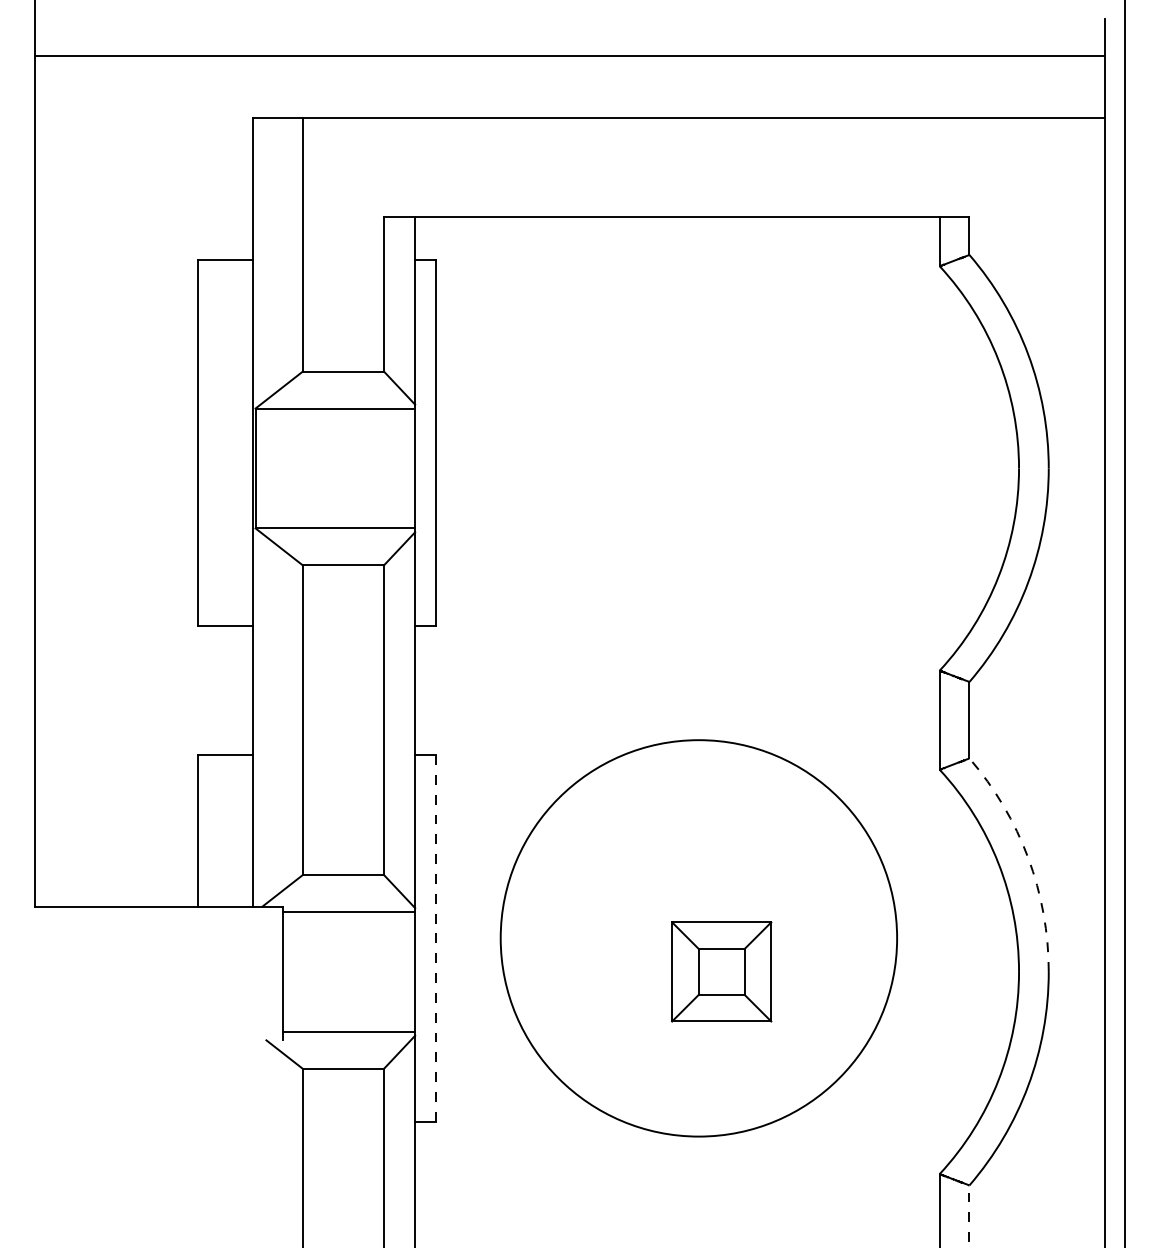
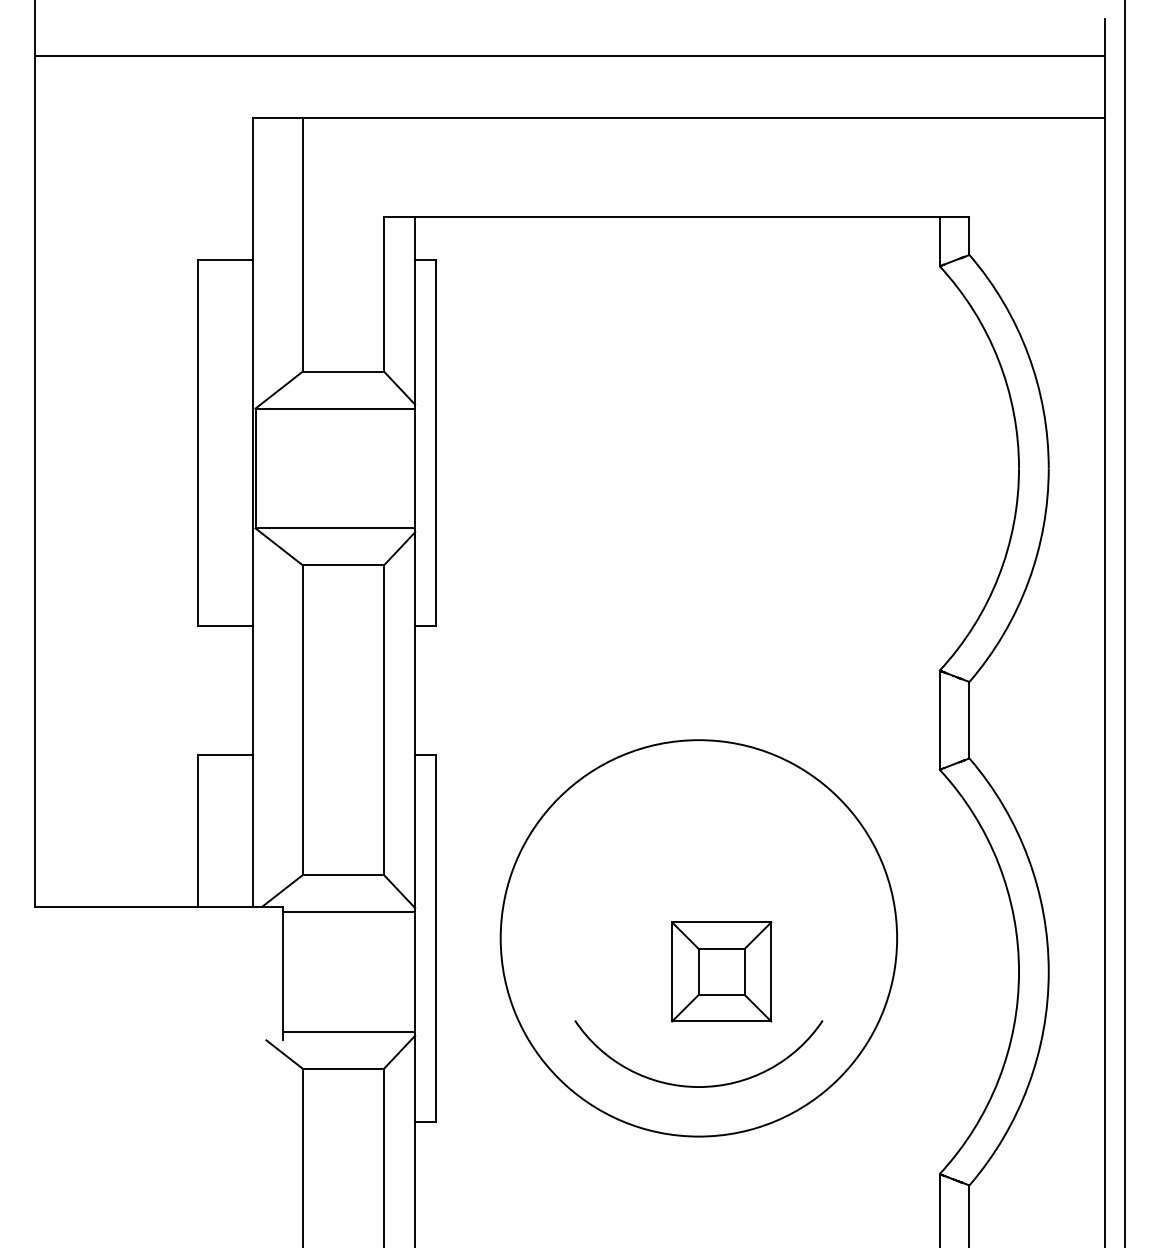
arc at (1028, 858): dashed -> solid
line at (436, 938): dashed -> solid
arc at (691, 1085): none -> present
line at (969, 1216): dashed -> solid
